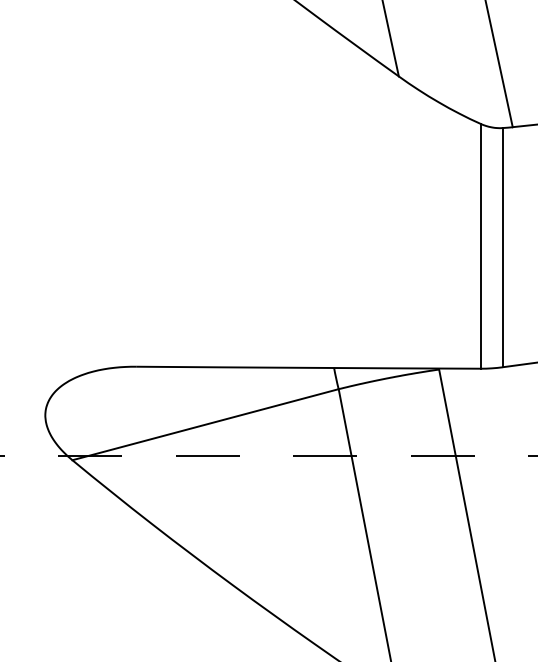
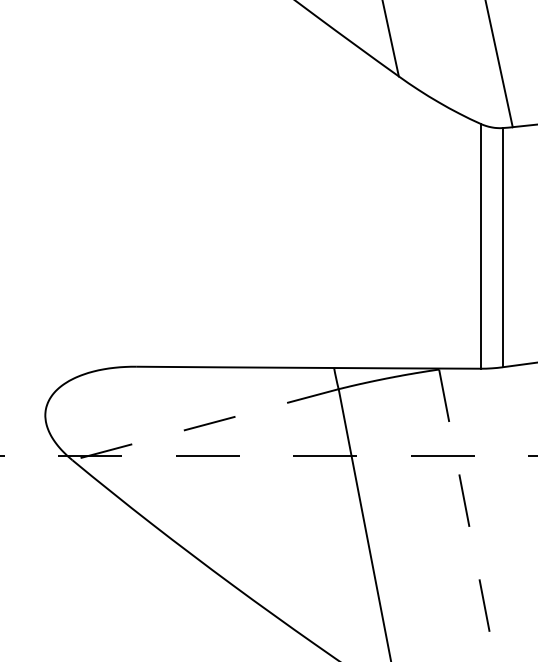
line at (205, 424): solid -> dashed
line at (467, 515): solid -> dashed
